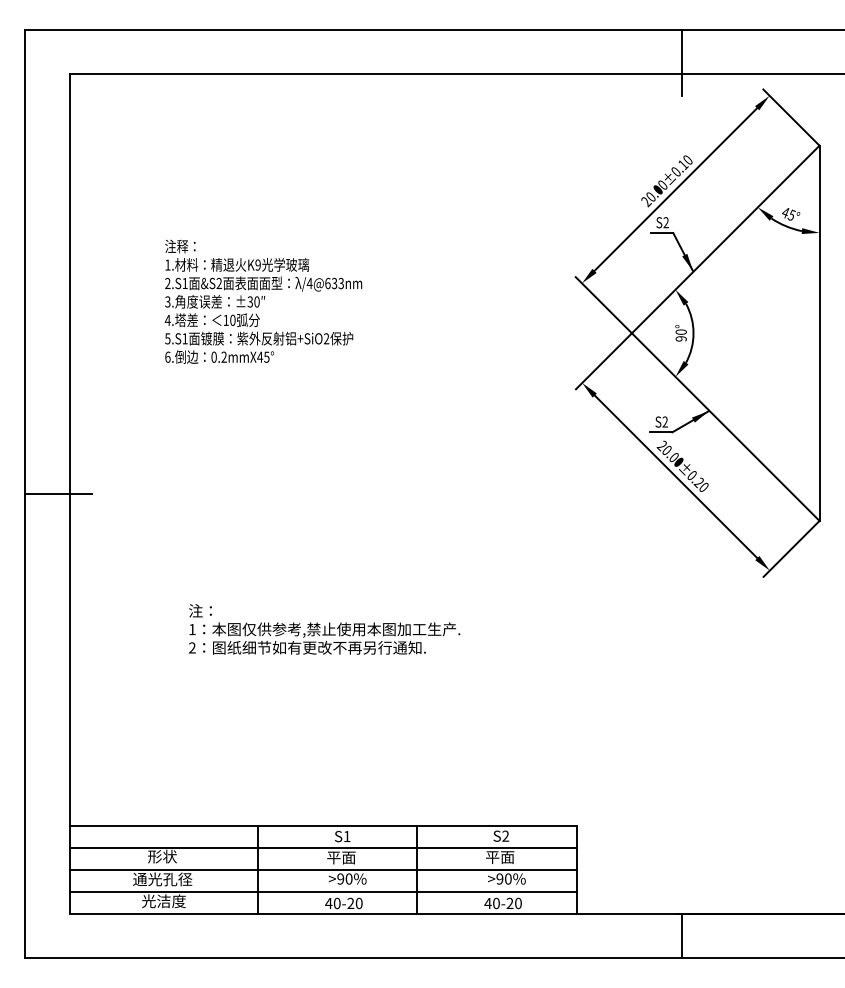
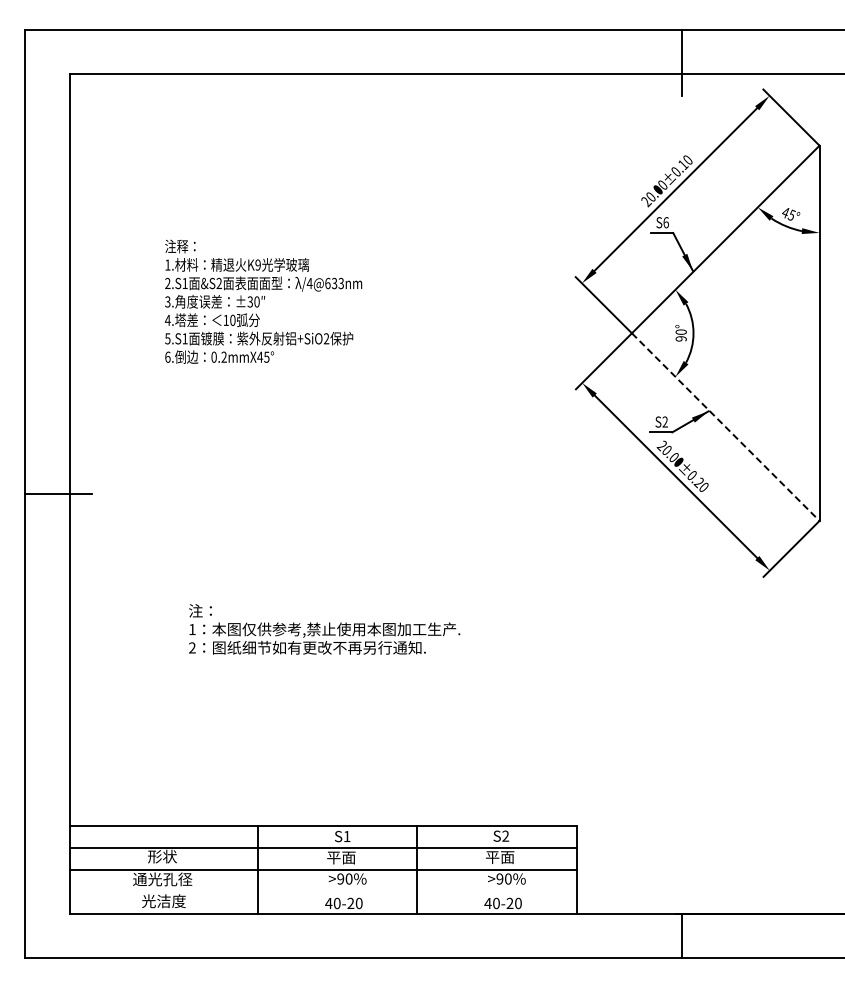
text at (665, 222): S2 -> S6
line at (725, 427): solid -> dashed
line at (322, 892): present -> none
